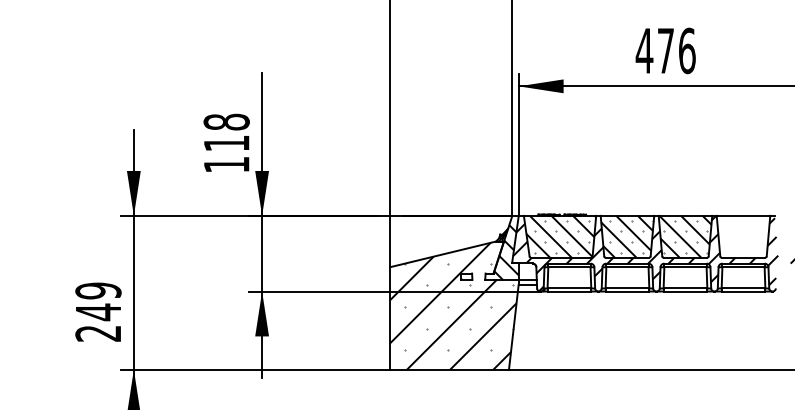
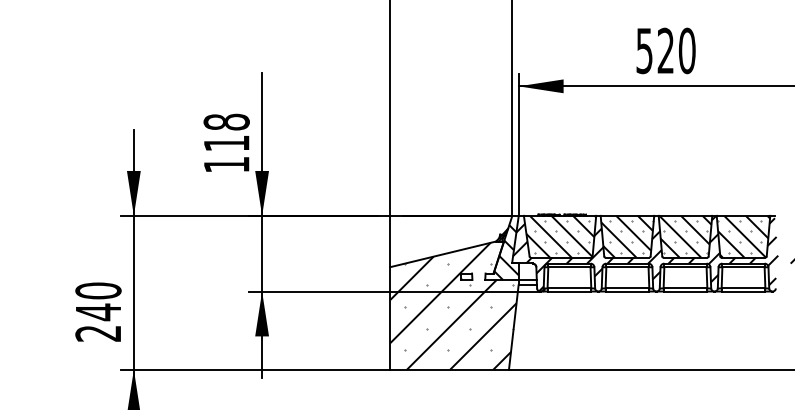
text at (665, 50): 476 -> 520
hatch at (744, 236): none -> present
text at (98, 290): 249 -> 240
